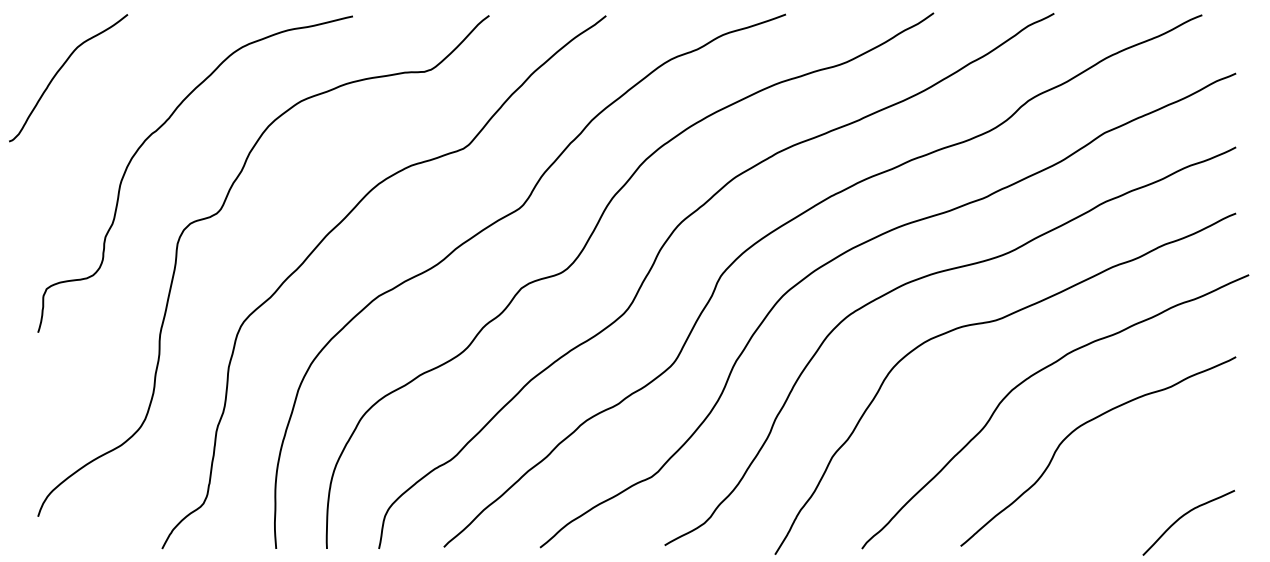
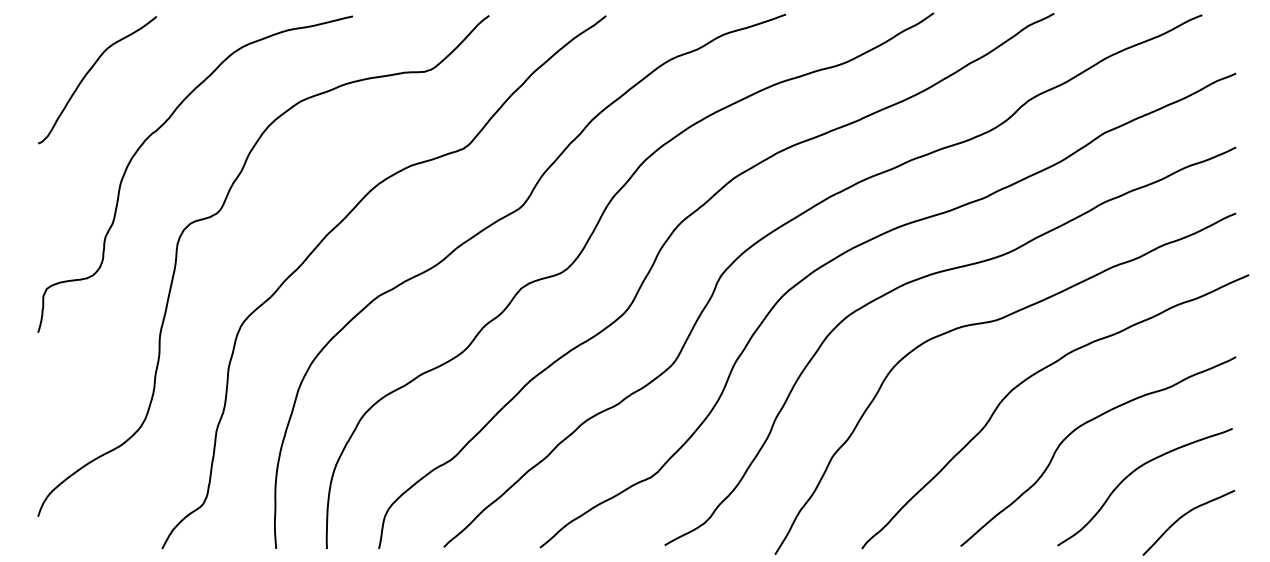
curve at (60, 70) position: (60, 70) -> (89, 72)
curve at (1135, 471): none -> present
